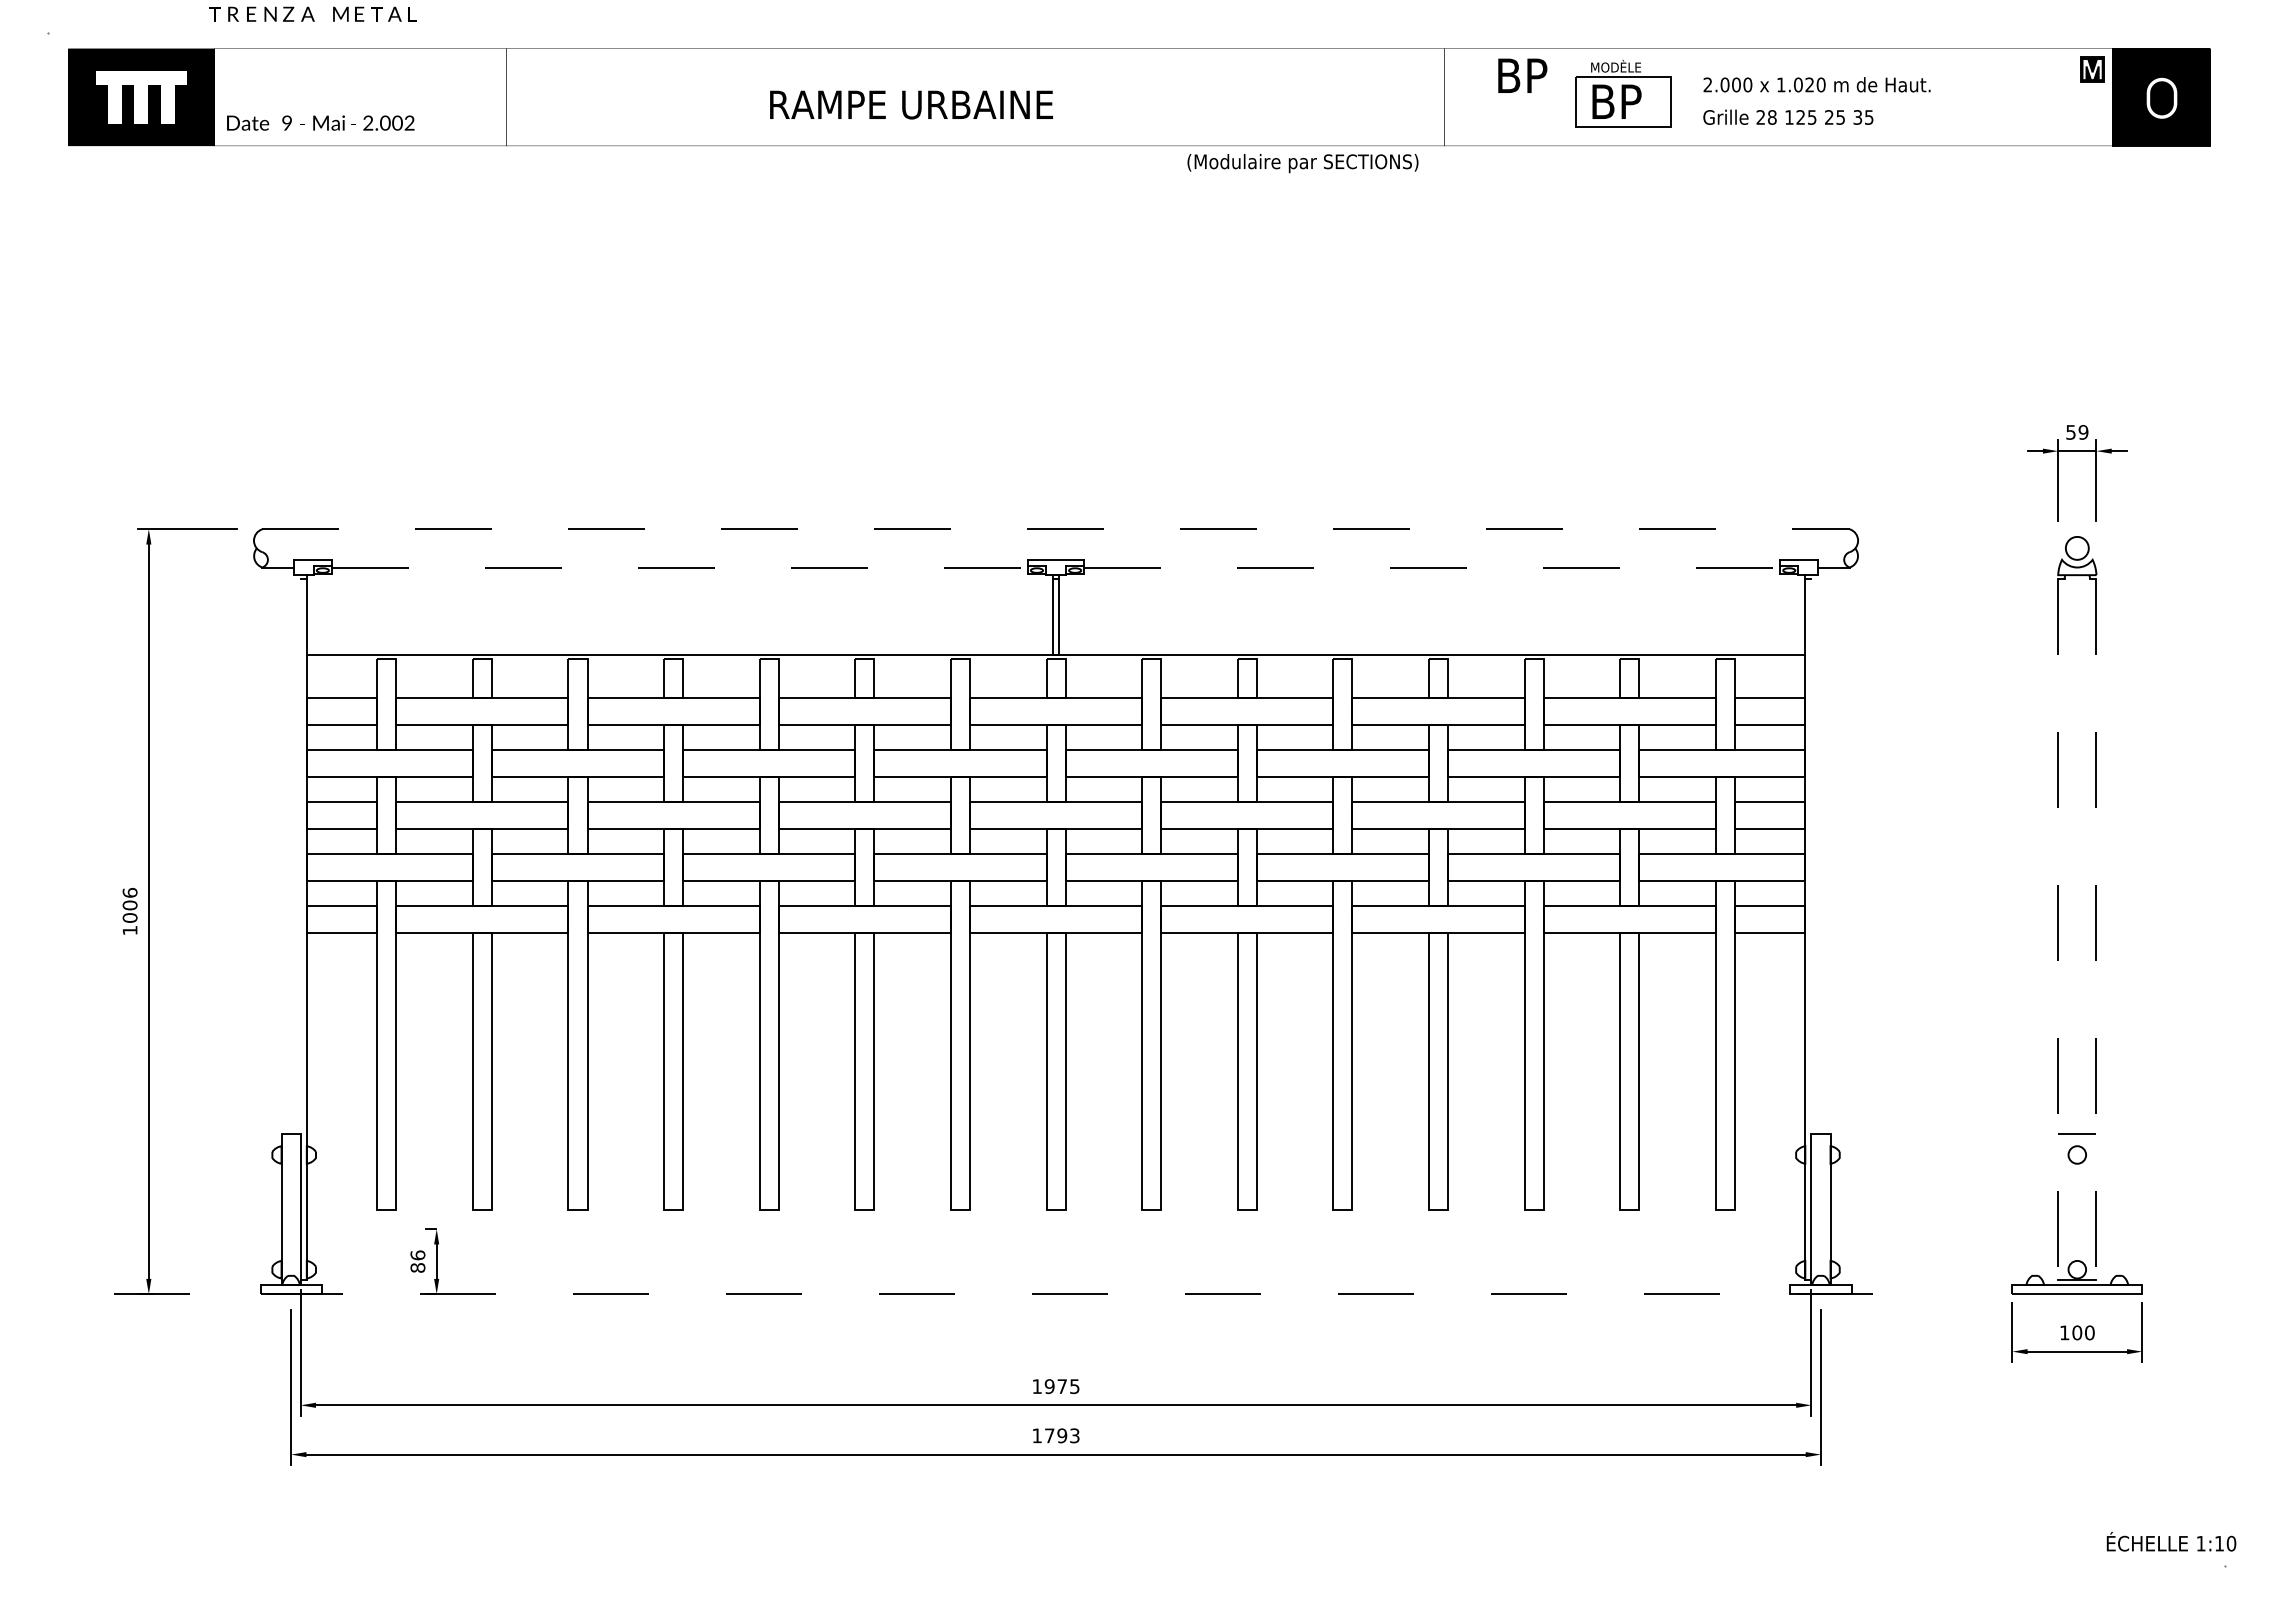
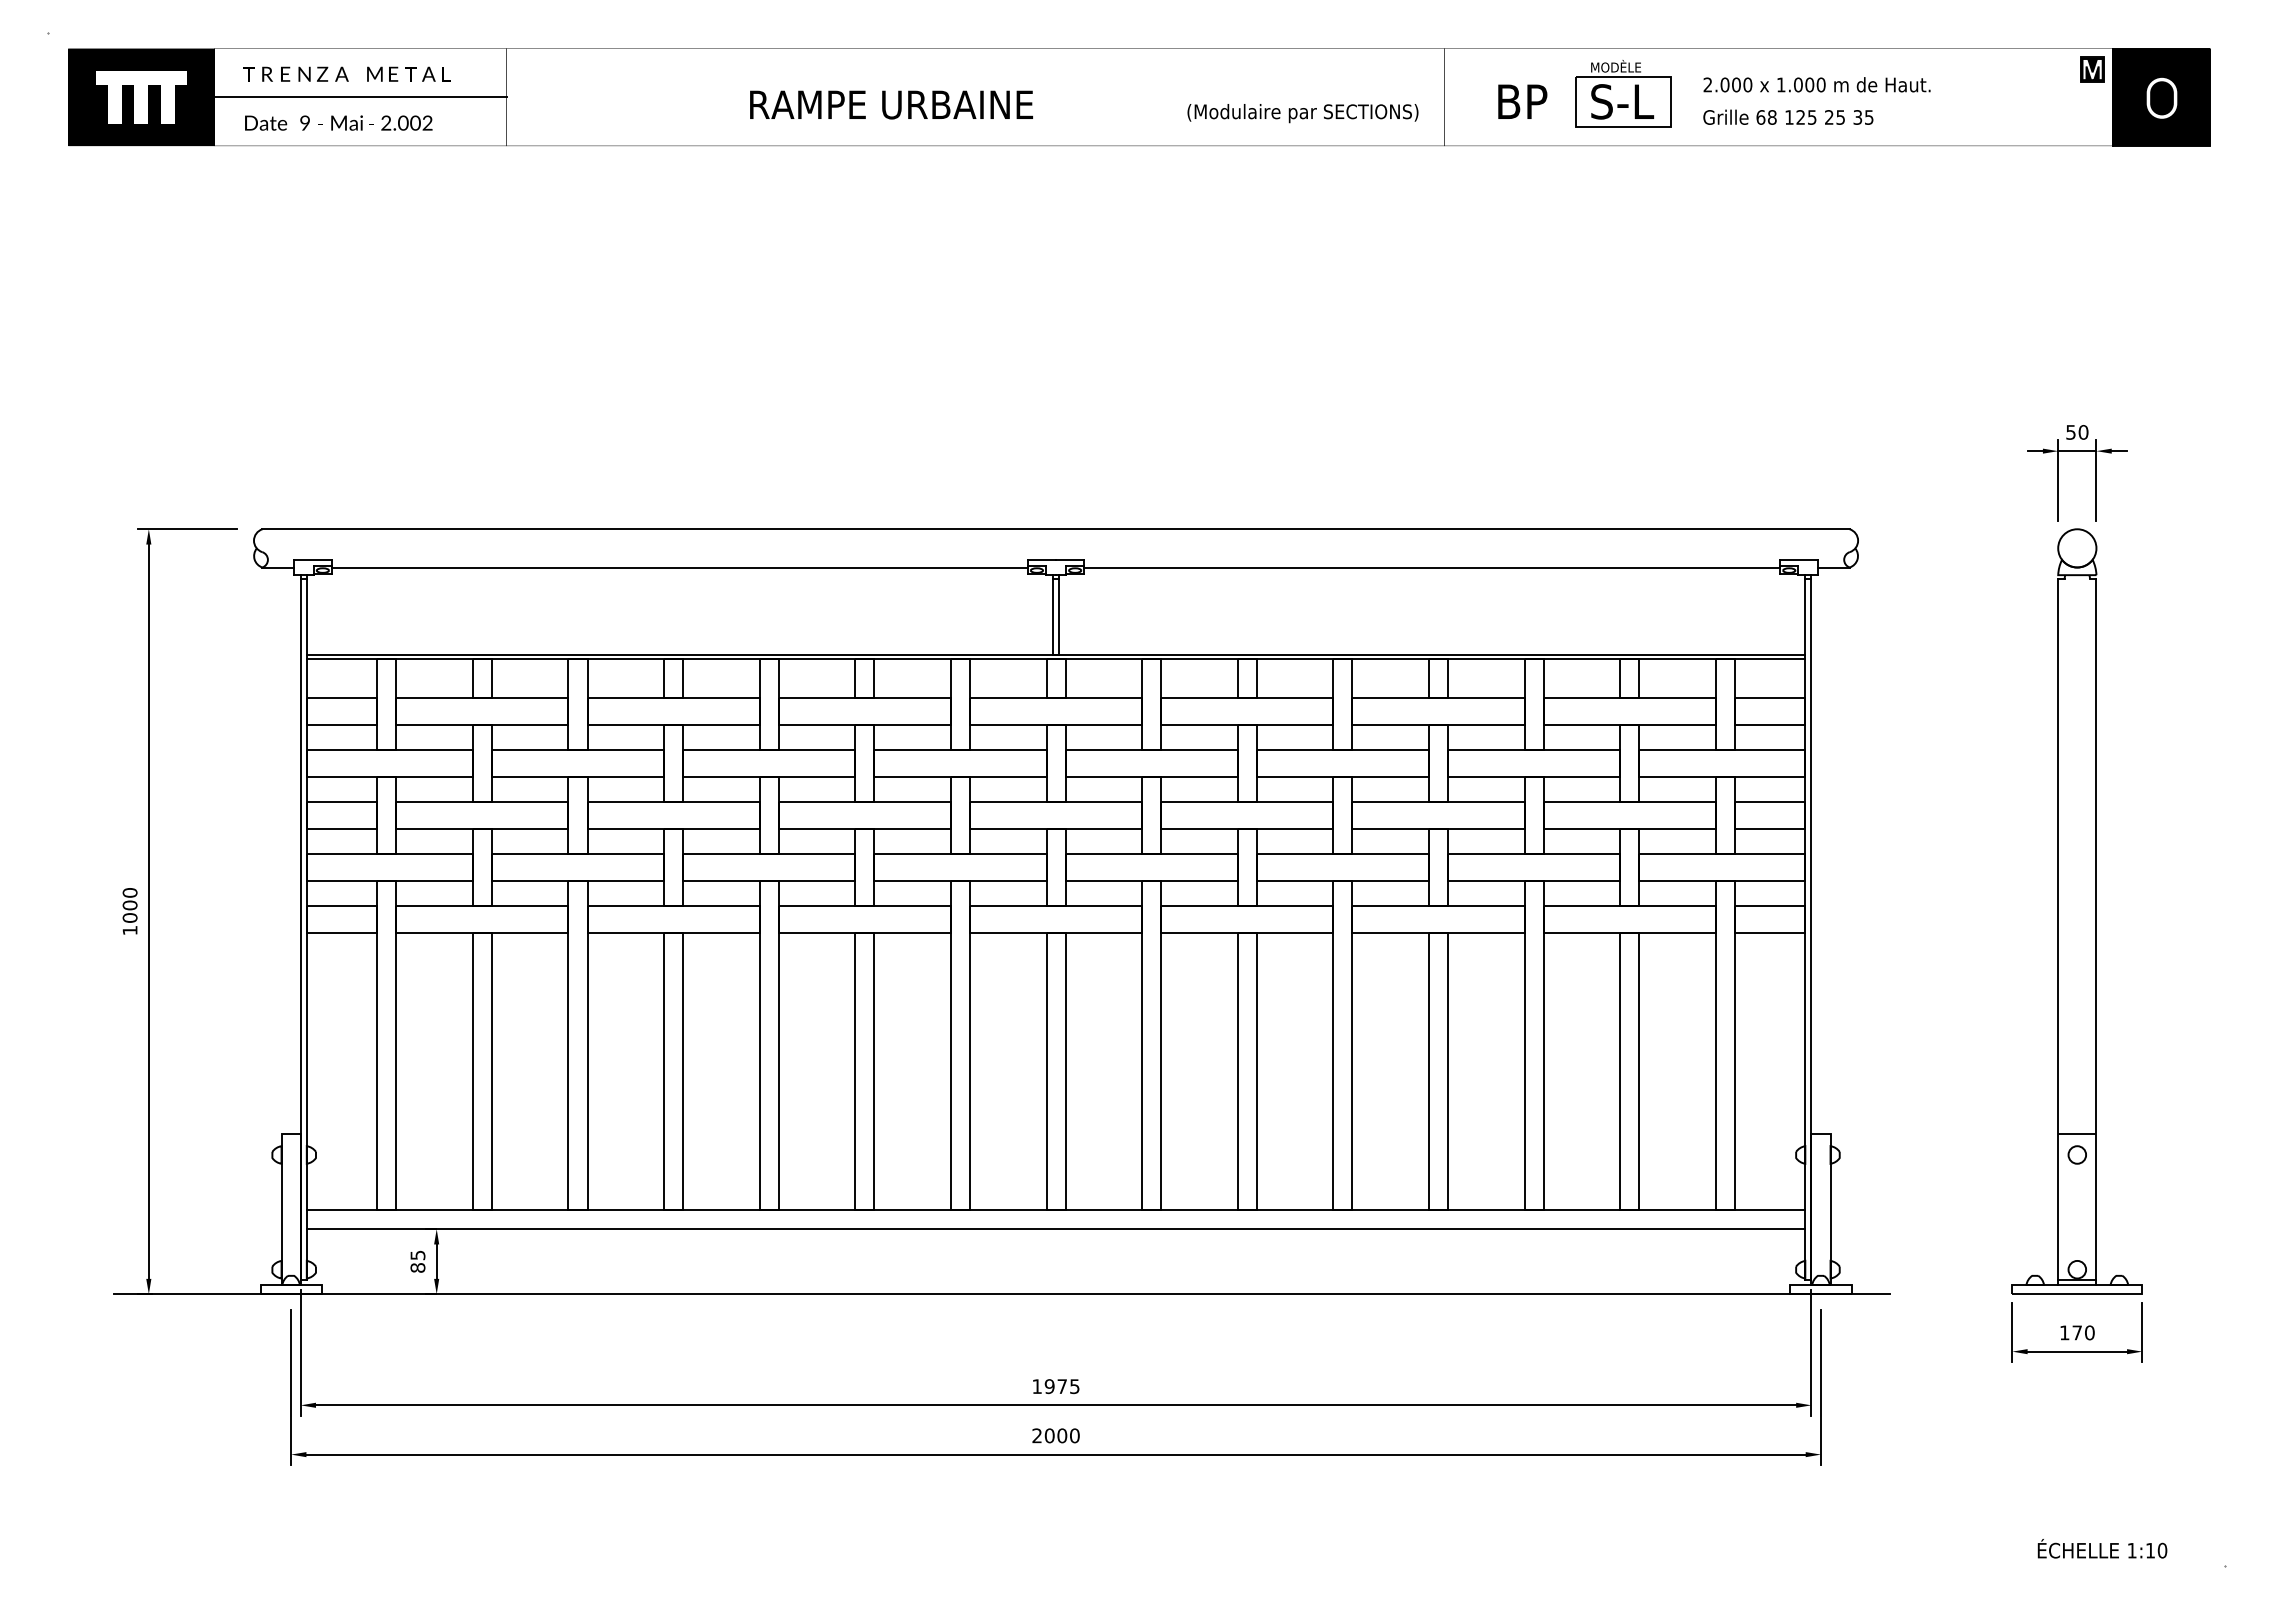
text at (312, 13) position: (312, 13) -> (346, 73)
text at (1522, 75) position: (1522, 75) -> (1522, 101)
text at (1809, 84): 1.020 -> 1.000
line at (360, 97): none -> present
text at (1622, 101): BP -> S-L
text at (911, 104) position: (911, 104) -> (891, 104)
text at (1760, 117): 28 -> 68
text at (320, 122) position: (320, 122) -> (338, 122)
text at (1302, 163) position: (1302, 163) -> (1302, 113)
text at (2083, 432): 59 -> 50
line at (1056, 529): dashed -> solid
circle at (2076, 547) diameter: 23 px -> 38 px
line at (679, 567): dashed -> solid
line at (1432, 567): dashed -> solid
line at (1055, 659): none -> present
text at (129, 892): 1006 -> 1000
line at (300, 927): none -> present
line at (1811, 927): none -> present
line at (2058, 932): dashed -> solid
line at (2096, 932): dashed -> solid
line at (1055, 1210): none -> present
line at (1055, 1229): none -> present
text at (417, 1255): 86 -> 85
line at (1002, 1294): dashed -> solid
text at (2077, 1332): 100 -> 170
text at (1055, 1435): 1793 -> 2000
text at (2171, 1541) position: (2171, 1541) -> (2102, 1548)
